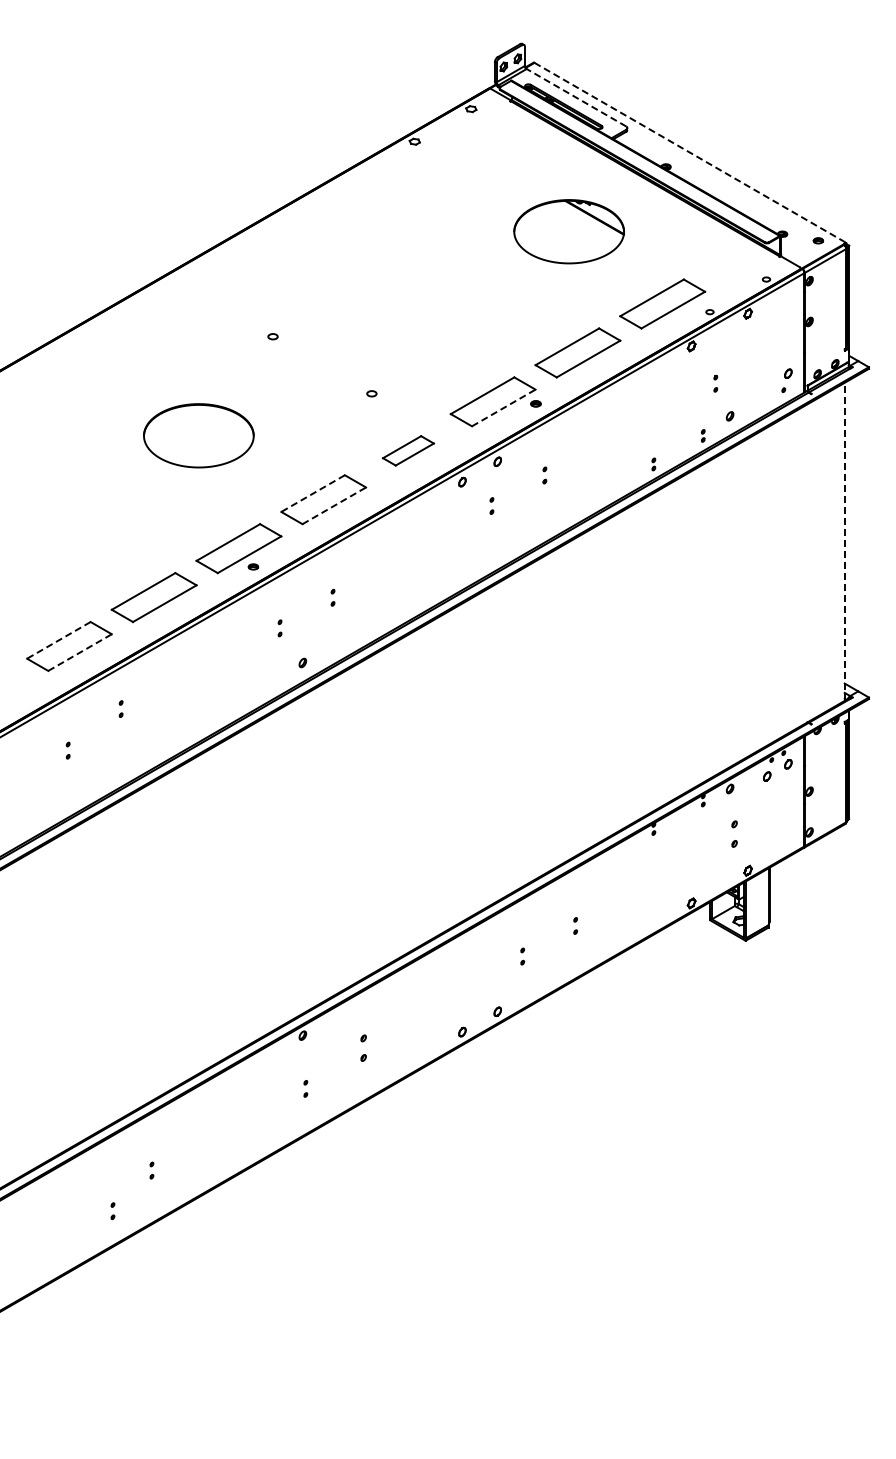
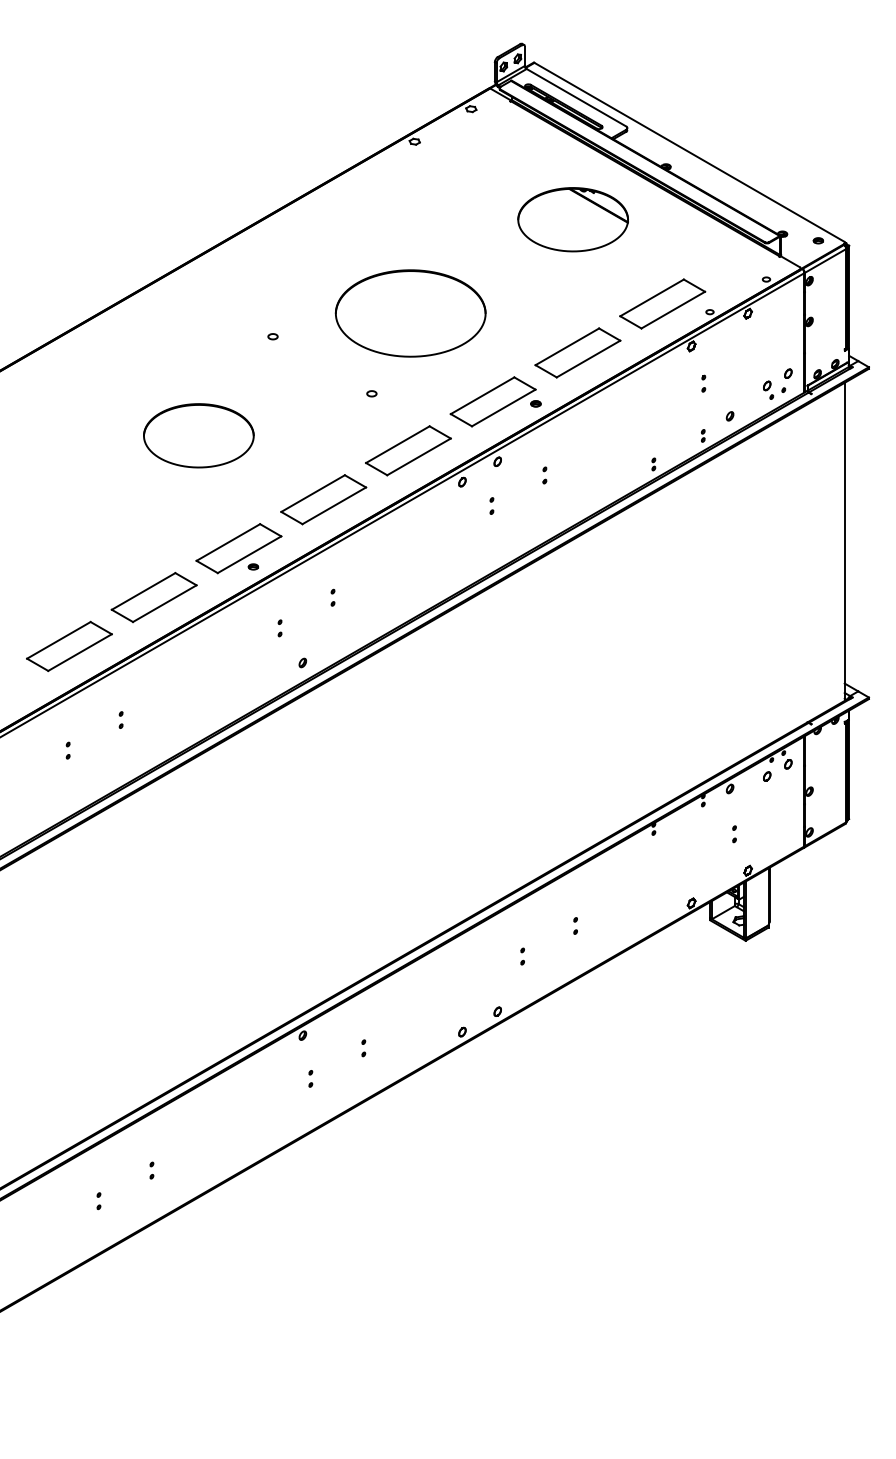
line at (576, 97): dashed -> solid
line at (689, 152): dashed -> solid
part at (568, 231) position: (568, 231) -> (572, 219)
part at (410, 313): none -> present
part at (715, 383) position: (715, 383) -> (703, 383)
part at (768, 389): none -> present
line at (503, 407): dashed -> solid
part at (408, 450) size: 53x32 px -> 87x52 px
line at (313, 493): dashed -> solid
line at (334, 505): dashed -> solid
line at (844, 541): dashed -> solid
line at (58, 640): dashed -> solid
line at (80, 652): dashed -> solid
part at (120, 708) position: (120, 708) -> (120, 719)
part at (734, 833) size: 7x28 px -> 5x19 px
part at (363, 1047) size: 7x28 px -> 6x19 px
part at (305, 1088) position: (305, 1088) -> (310, 1078)
part at (112, 1211) position: (112, 1211) -> (98, 1201)
